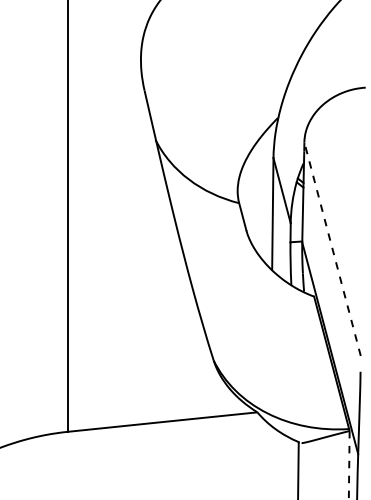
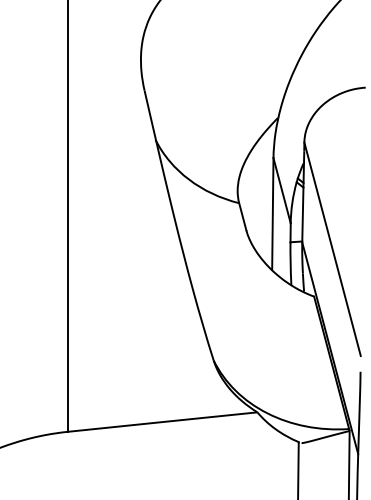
line at (332, 248): dashed -> solid
line at (349, 465): dashed -> solid
